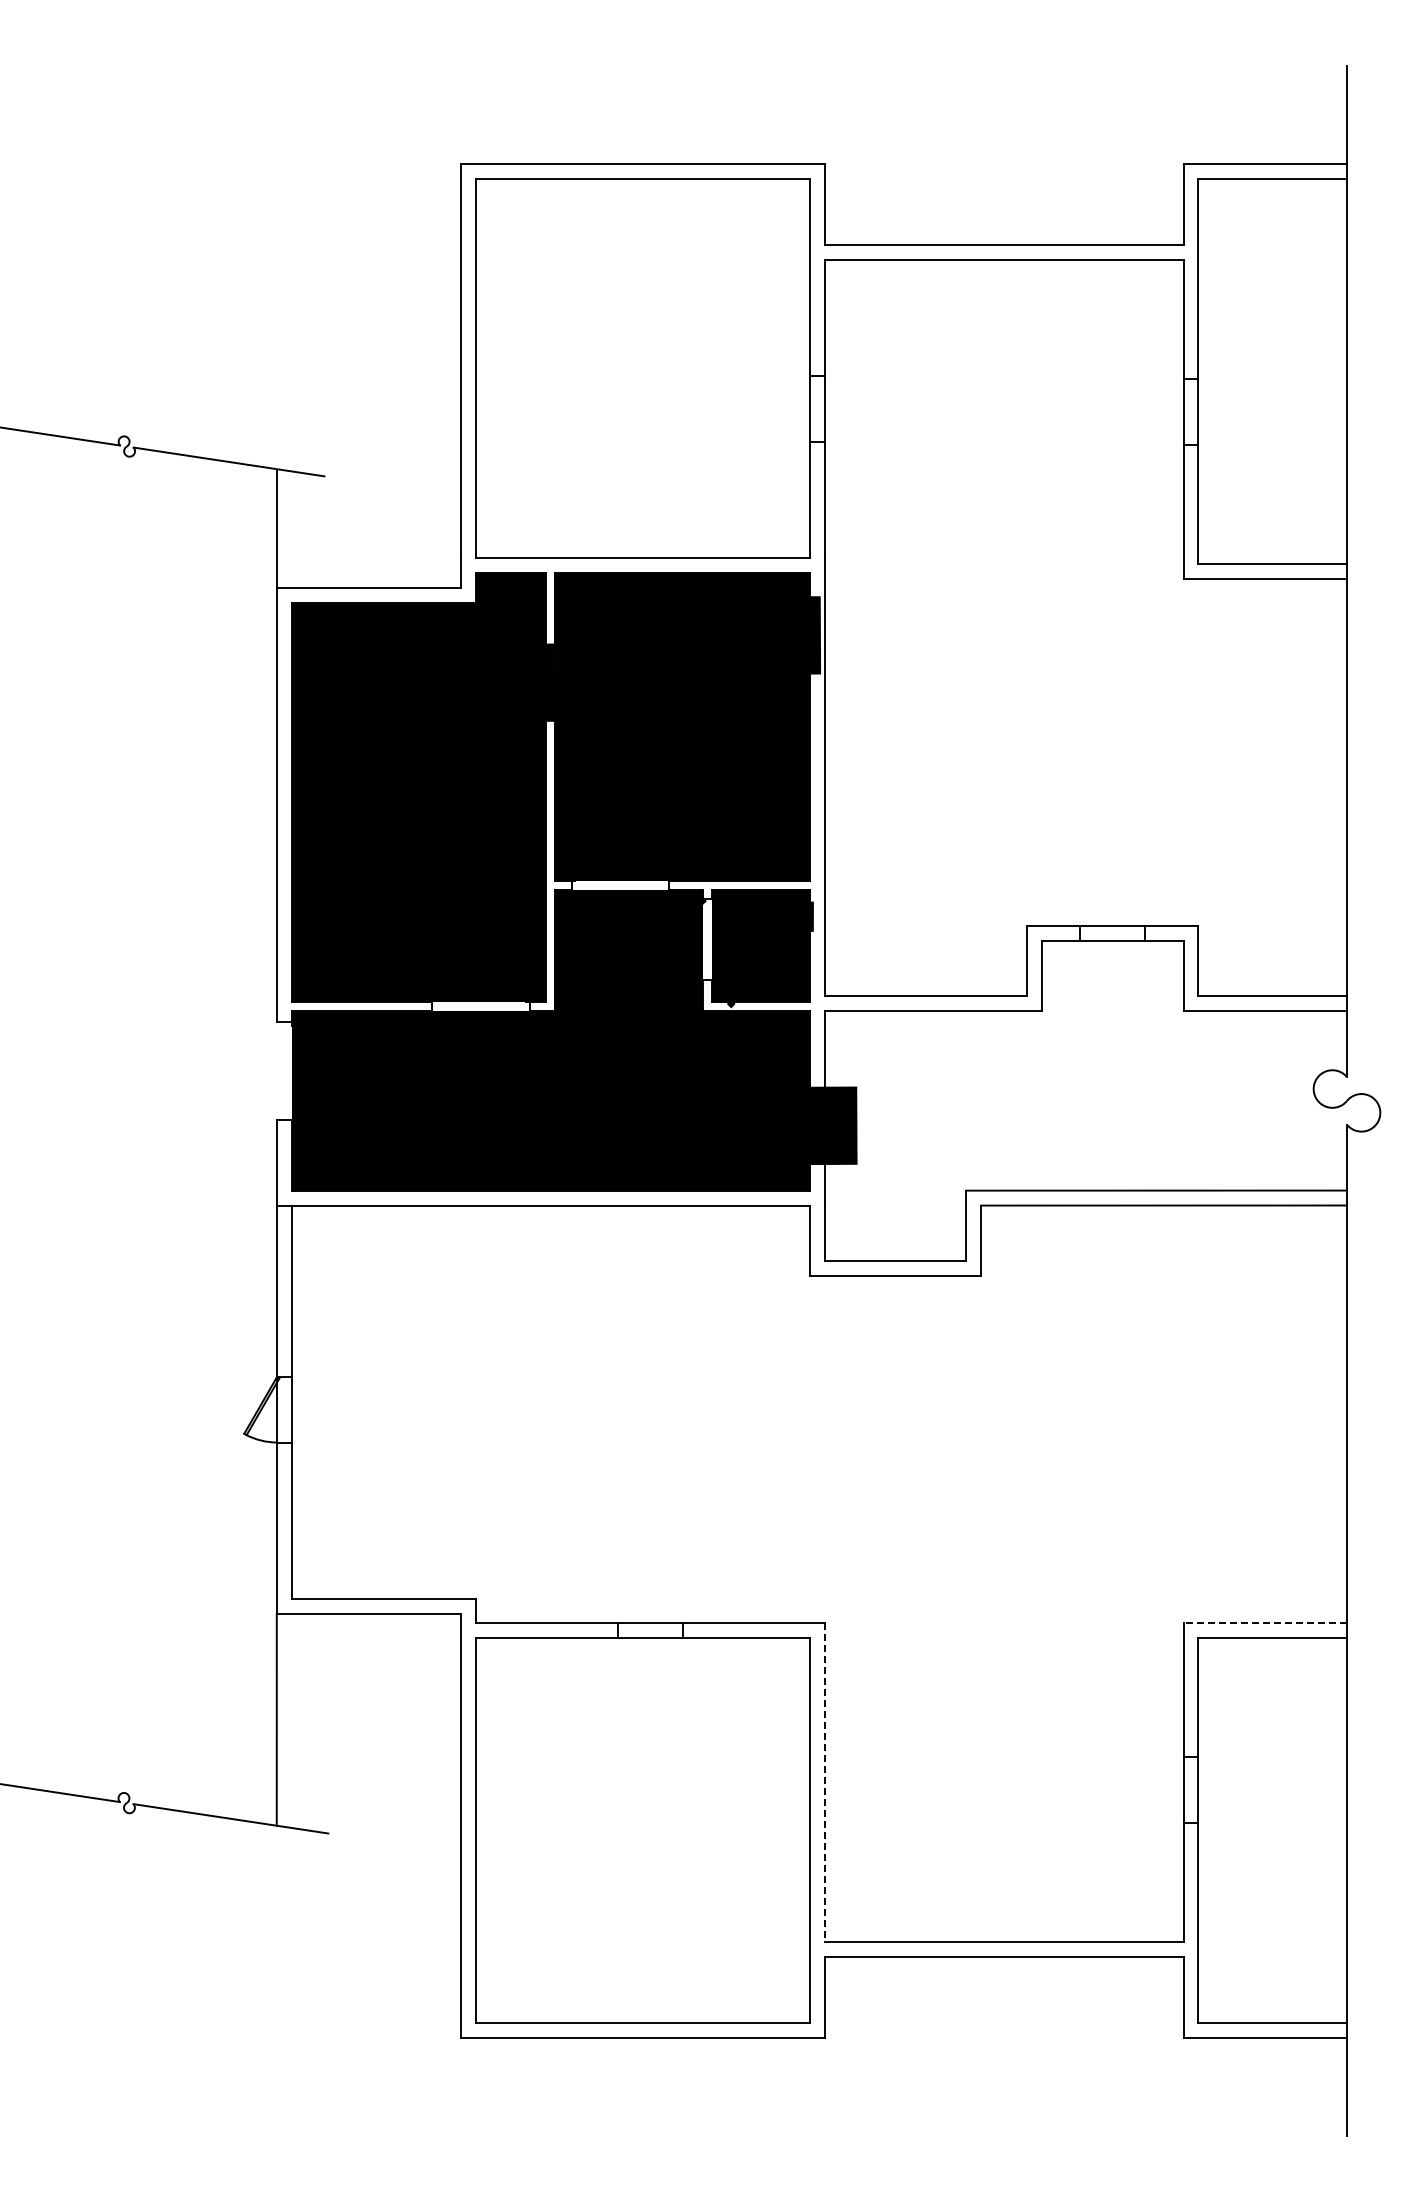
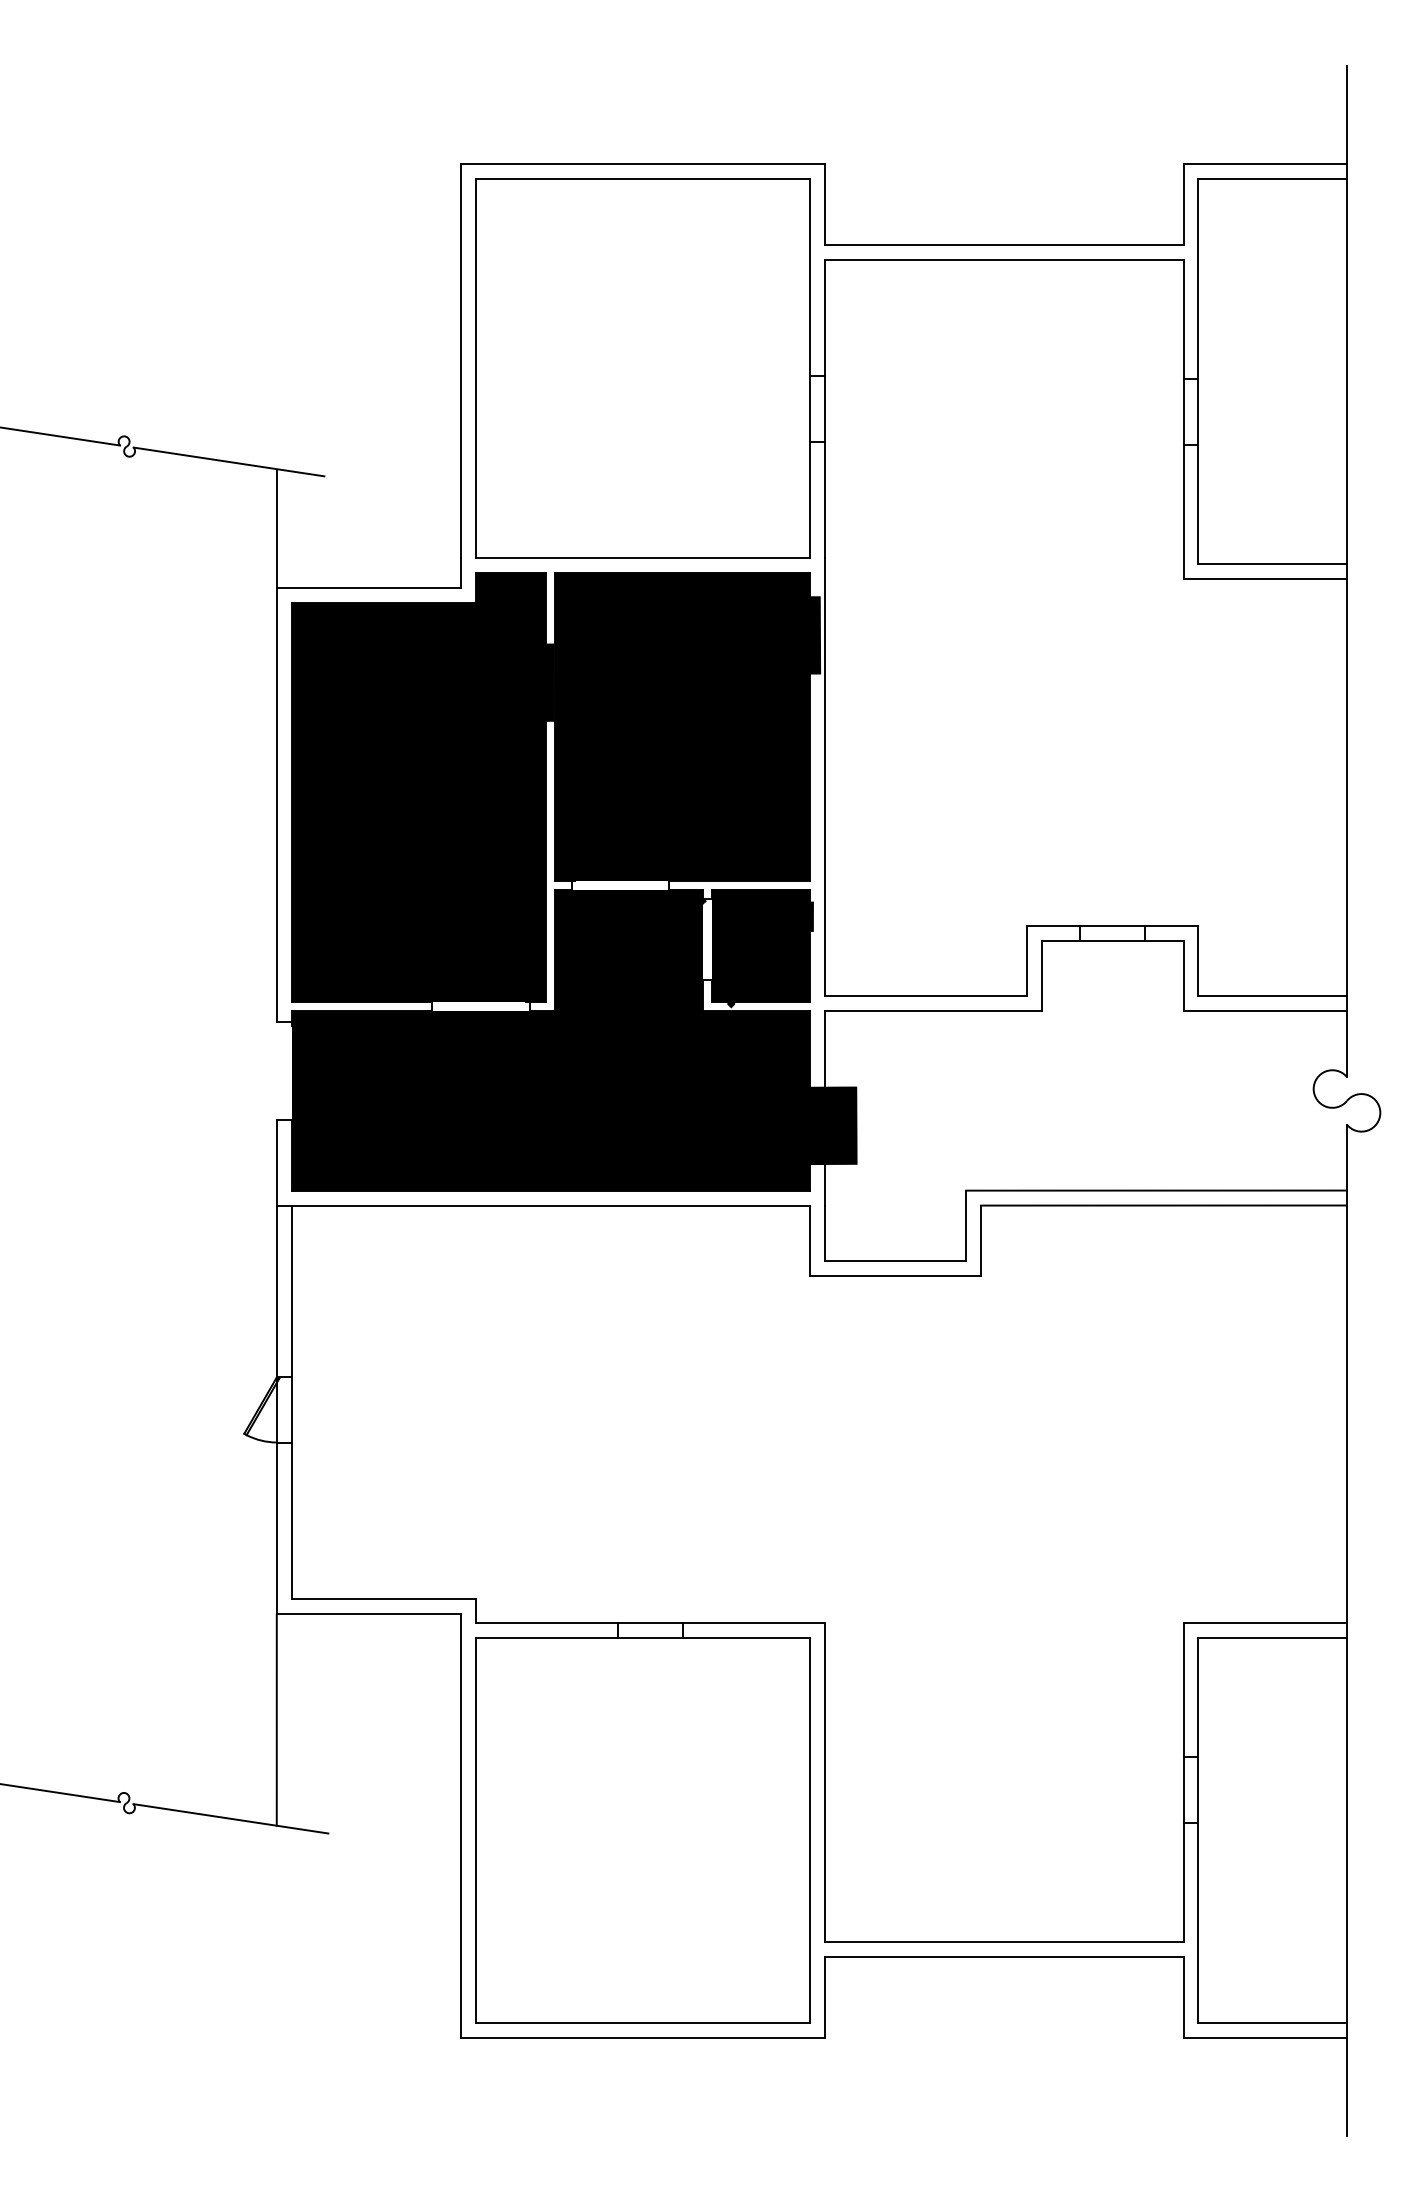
line at (1265, 1623): dashed -> solid
line at (824, 1782): dashed -> solid
